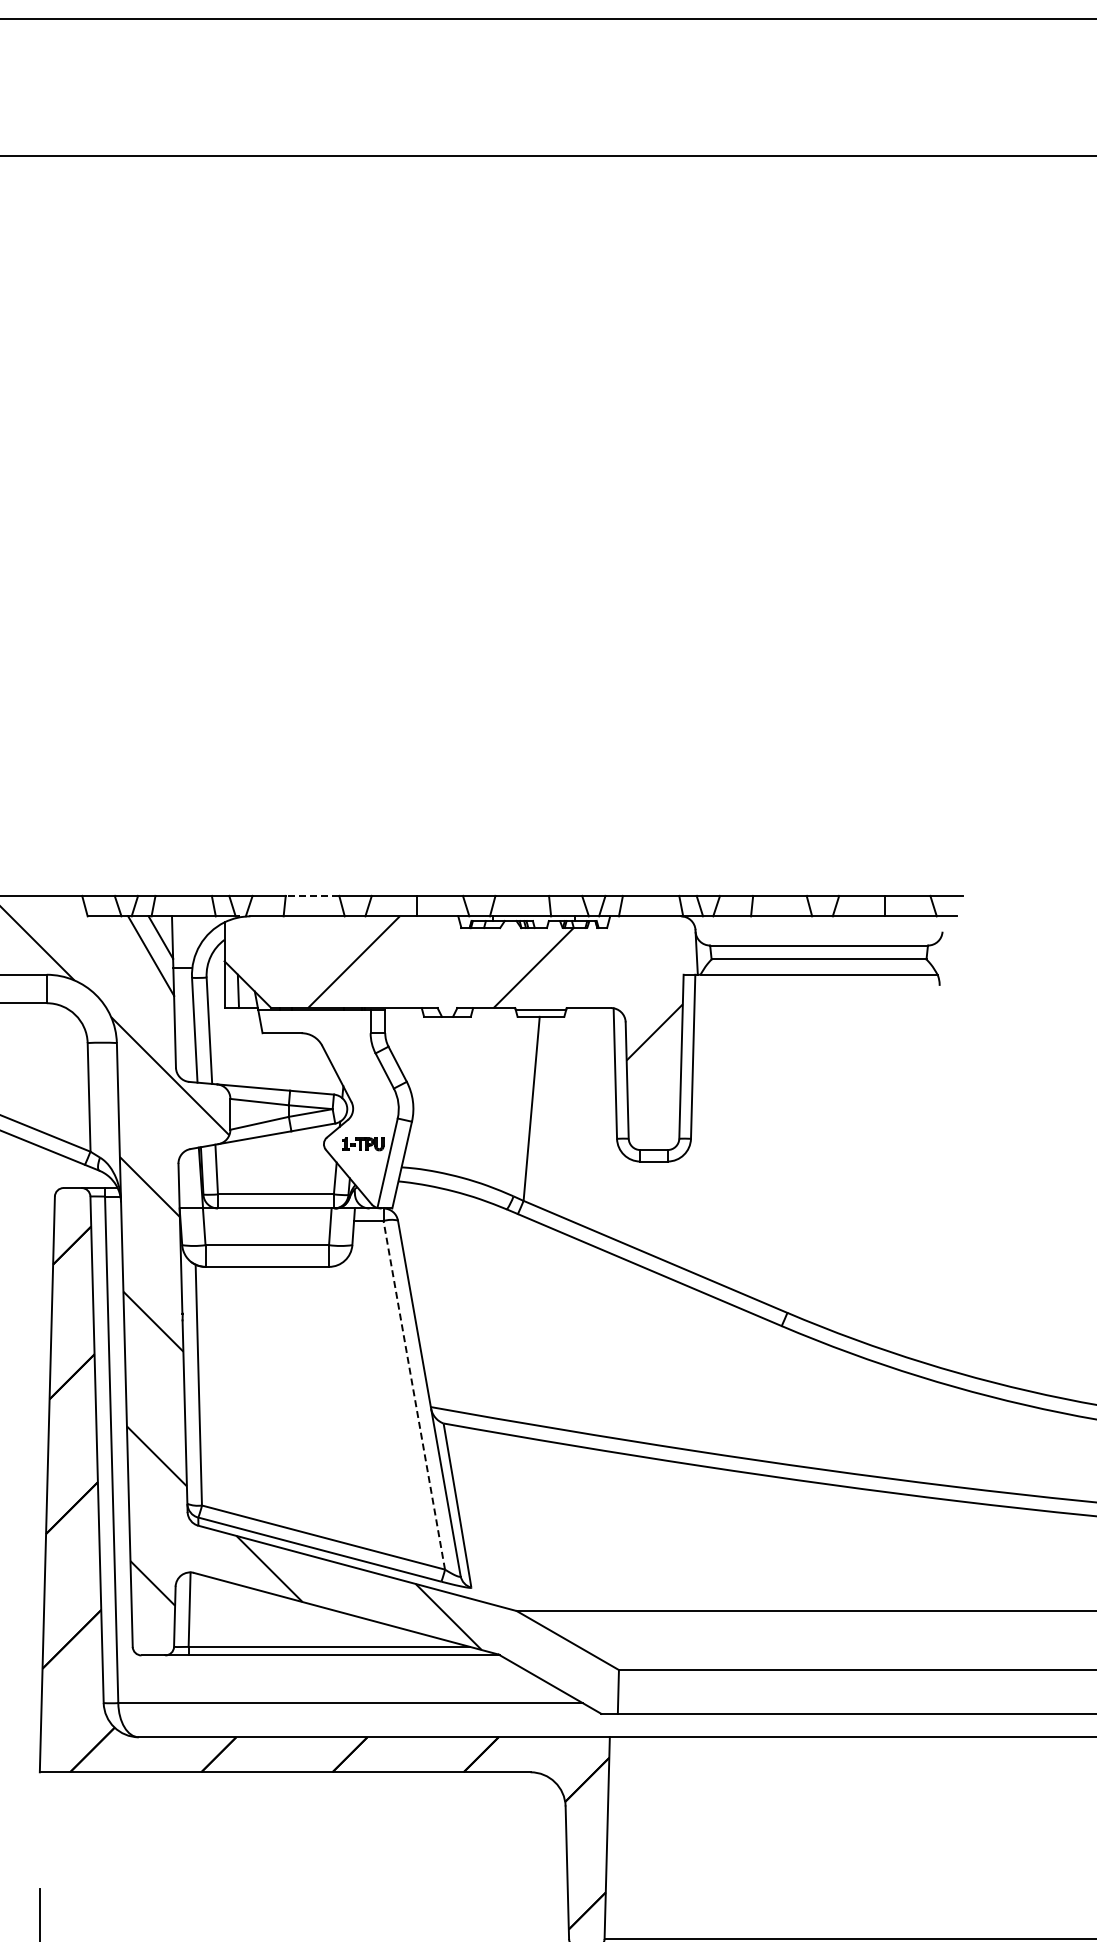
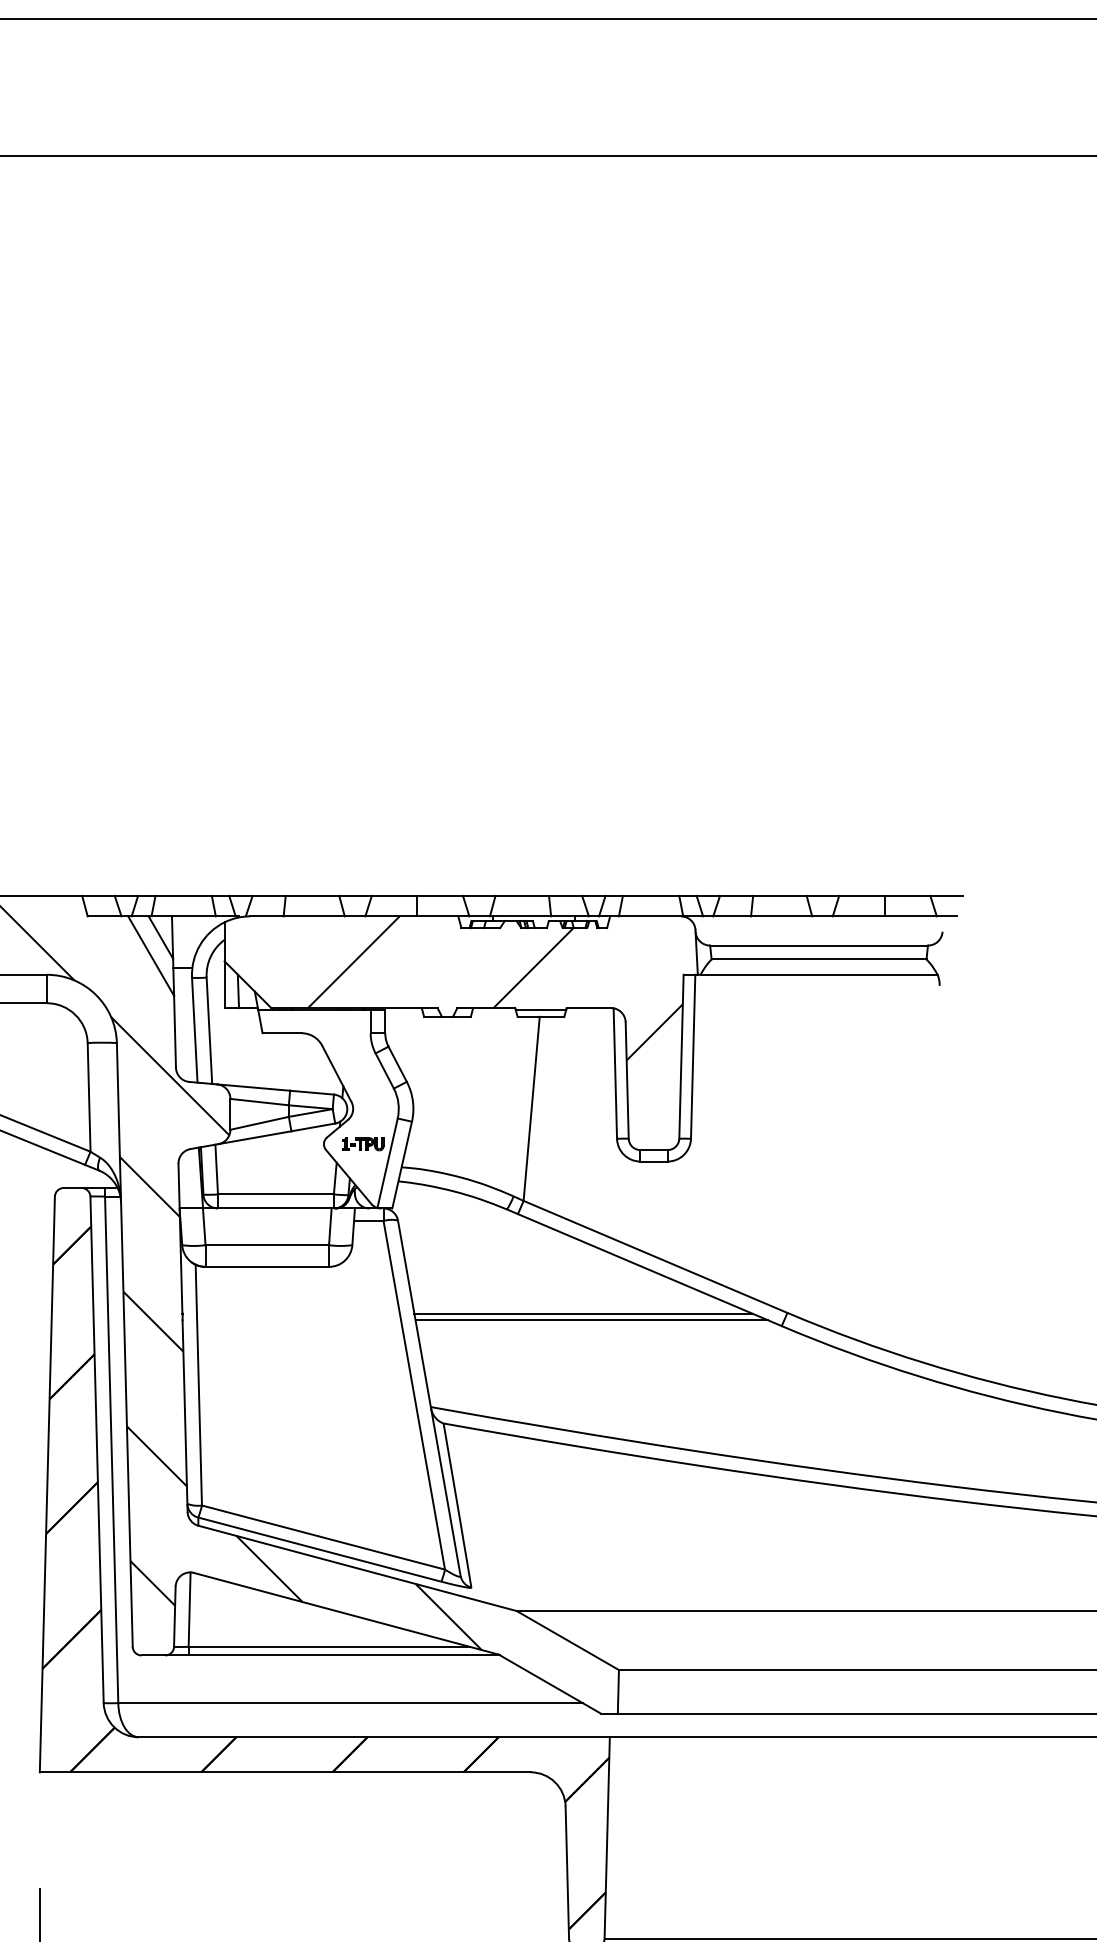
line at (312, 895): dashed -> solid
line at (583, 1313): none -> present
line at (591, 1320): none -> present
line at (414, 1395): dashed -> solid
